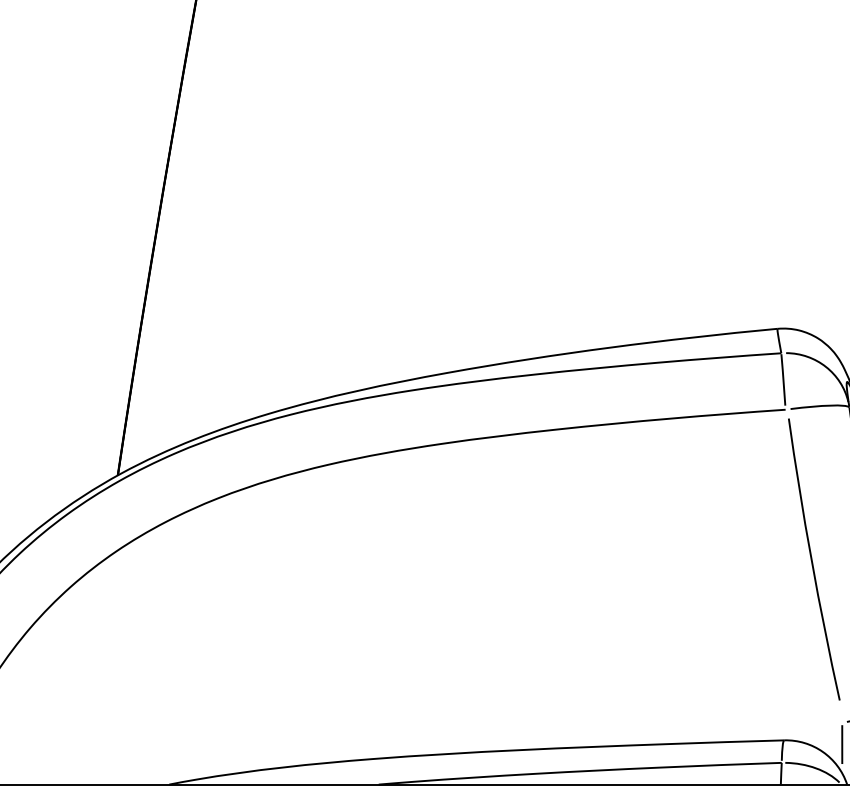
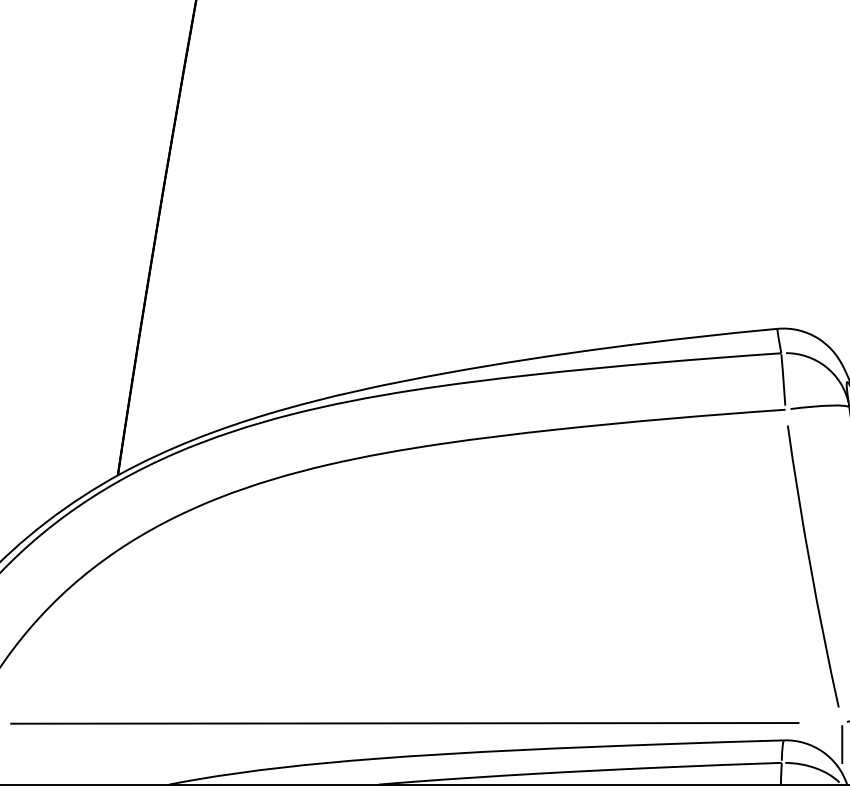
curve at (812, 559) position: (812, 559) -> (811, 566)
line at (404, 723): none -> present
